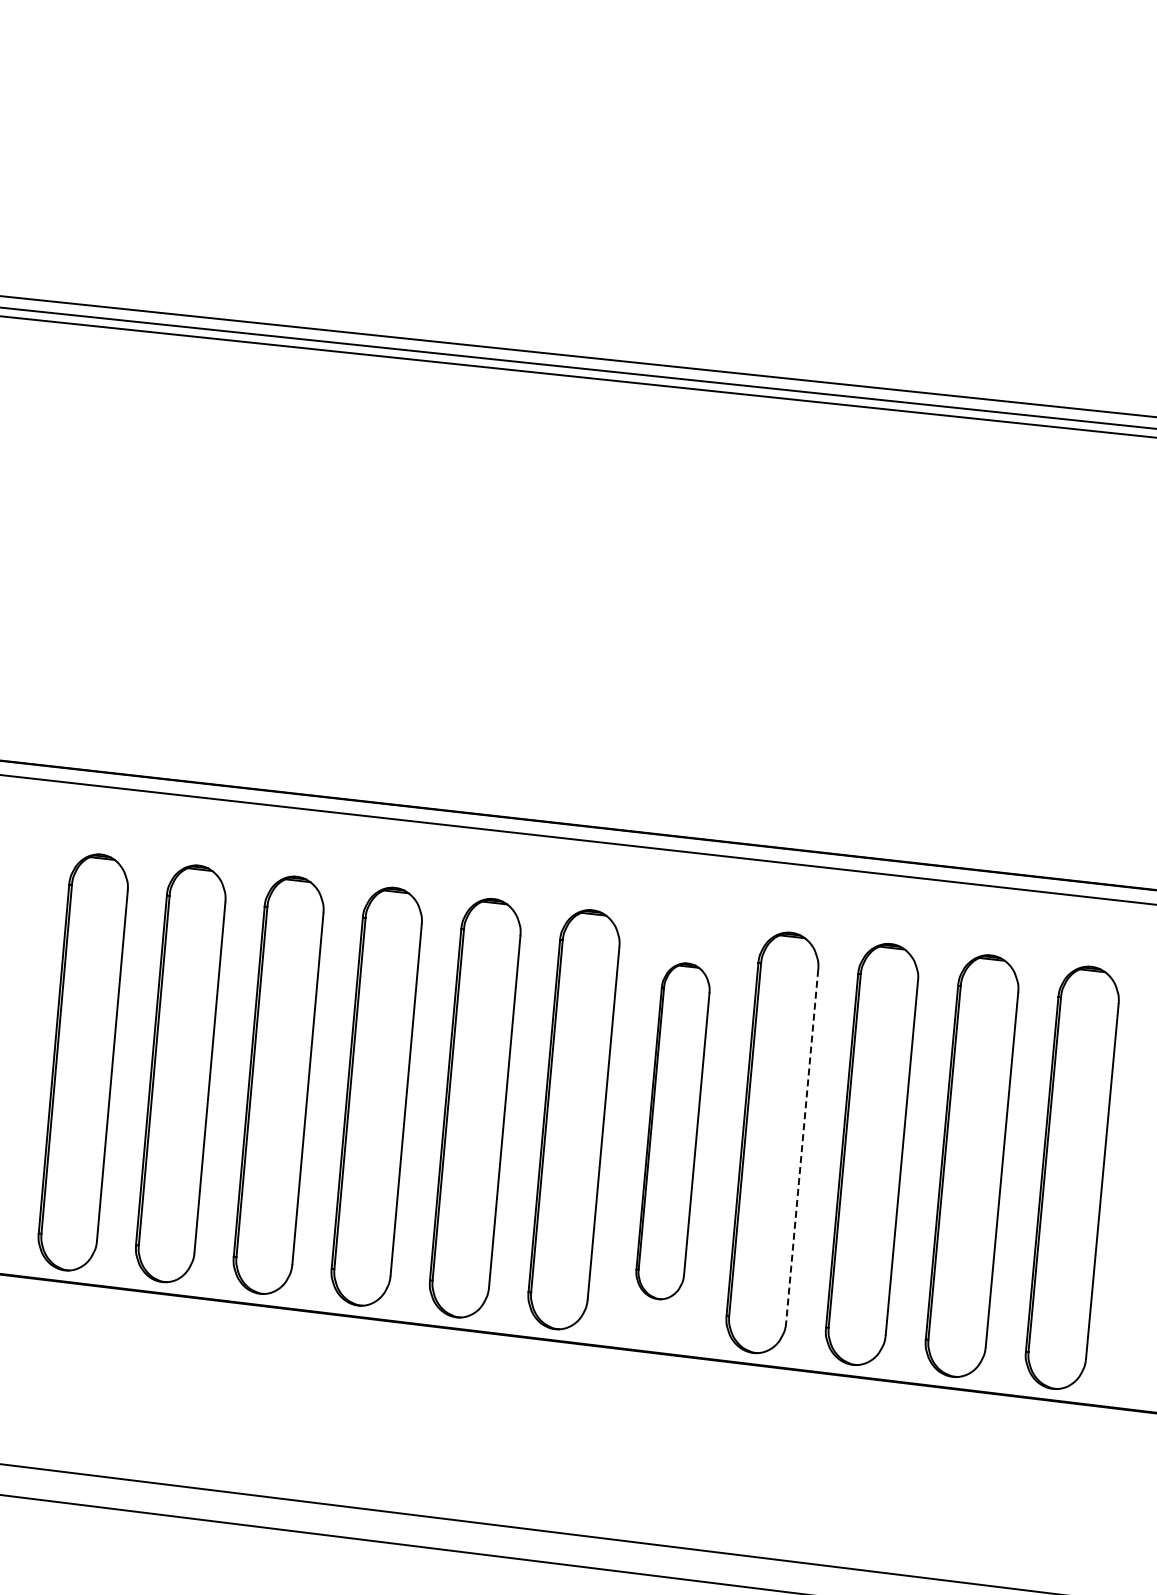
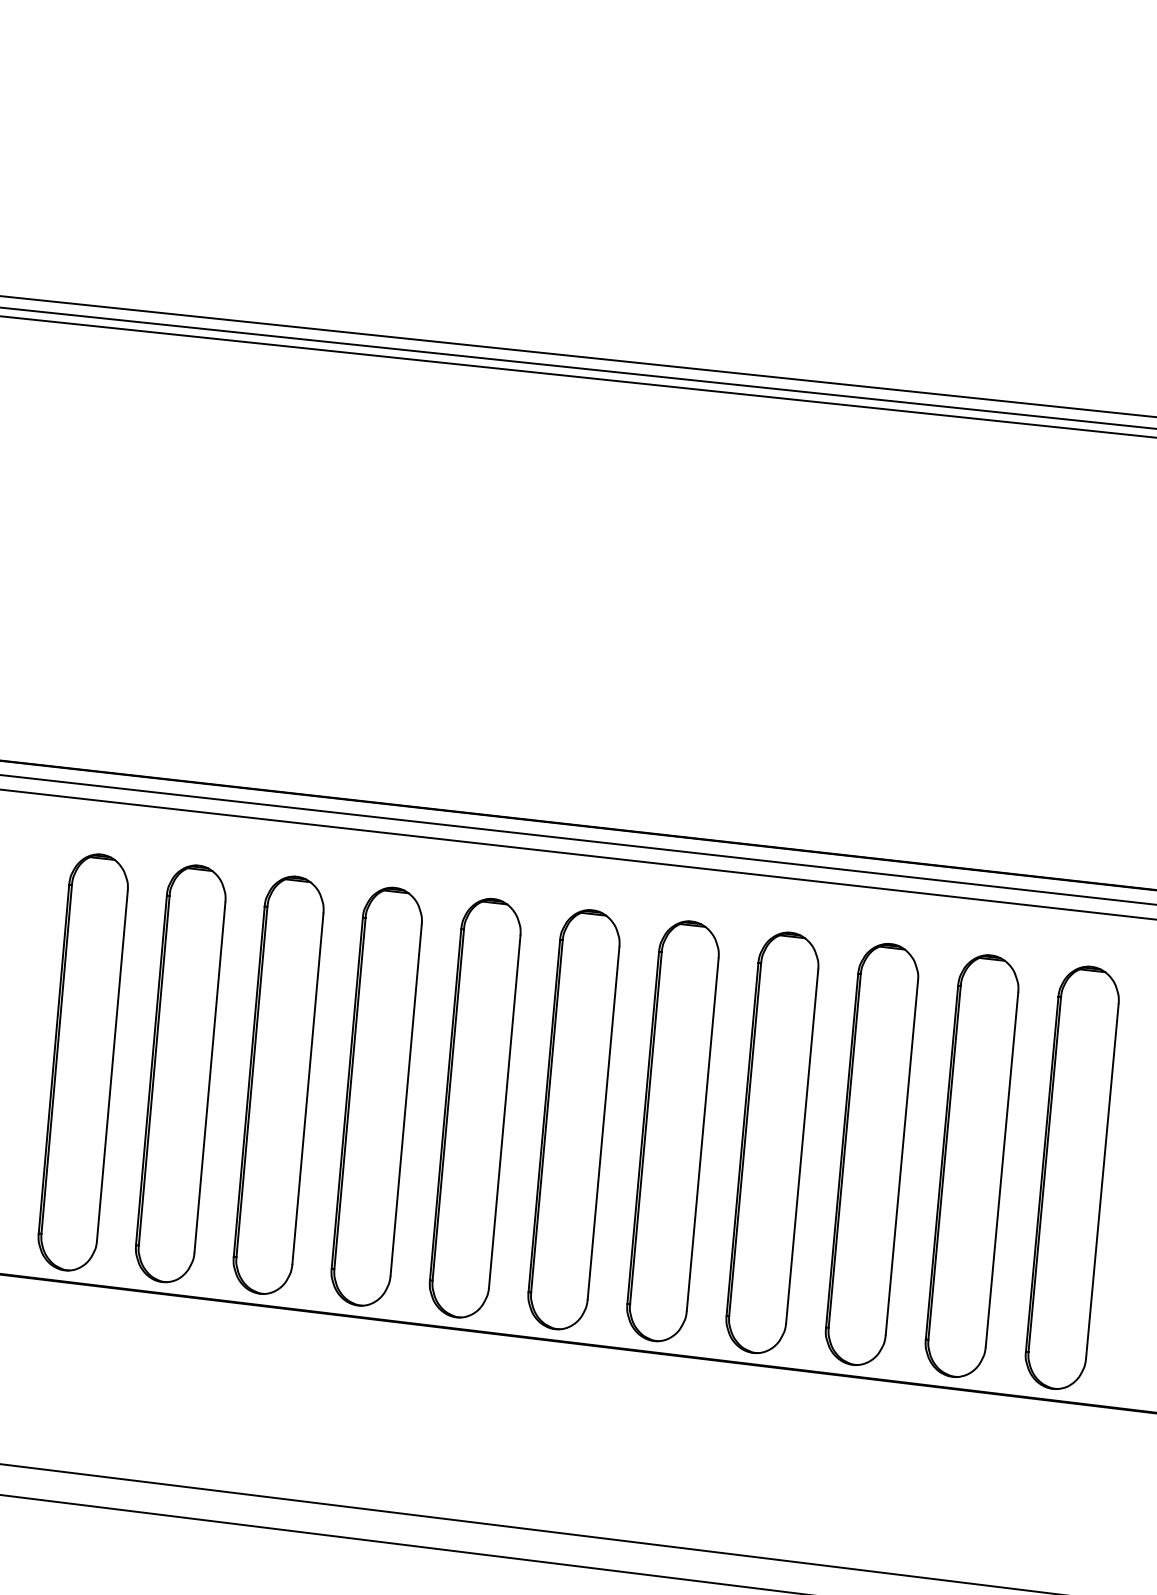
line at (577, 854): none -> present
part at (672, 1131) size: 76x339 px -> 94x423 px
line at (802, 1146): dashed -> solid
